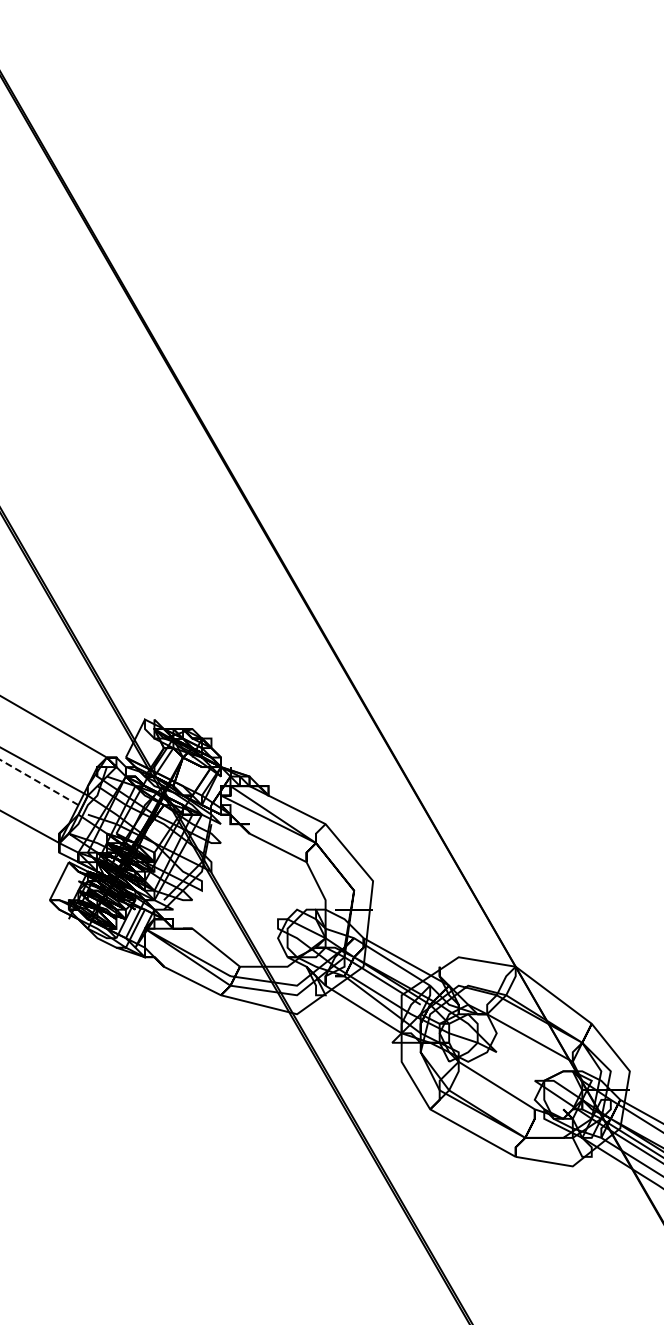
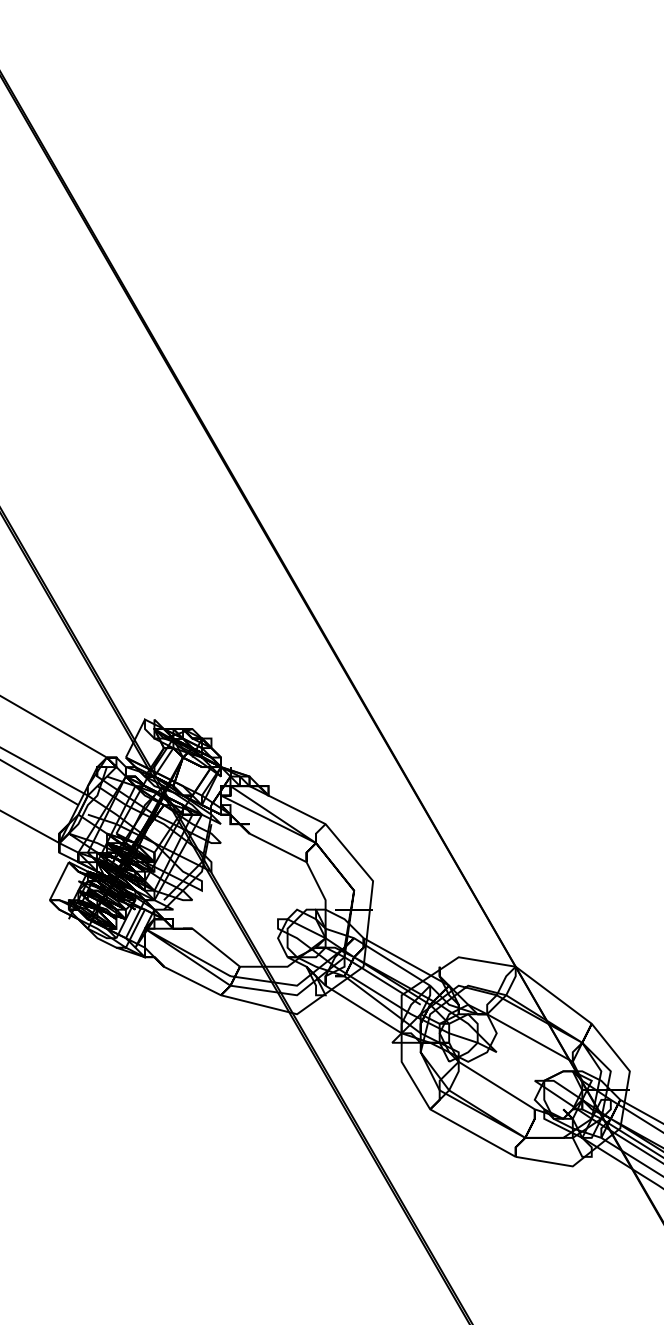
line at (39, 782): dashed -> solid
